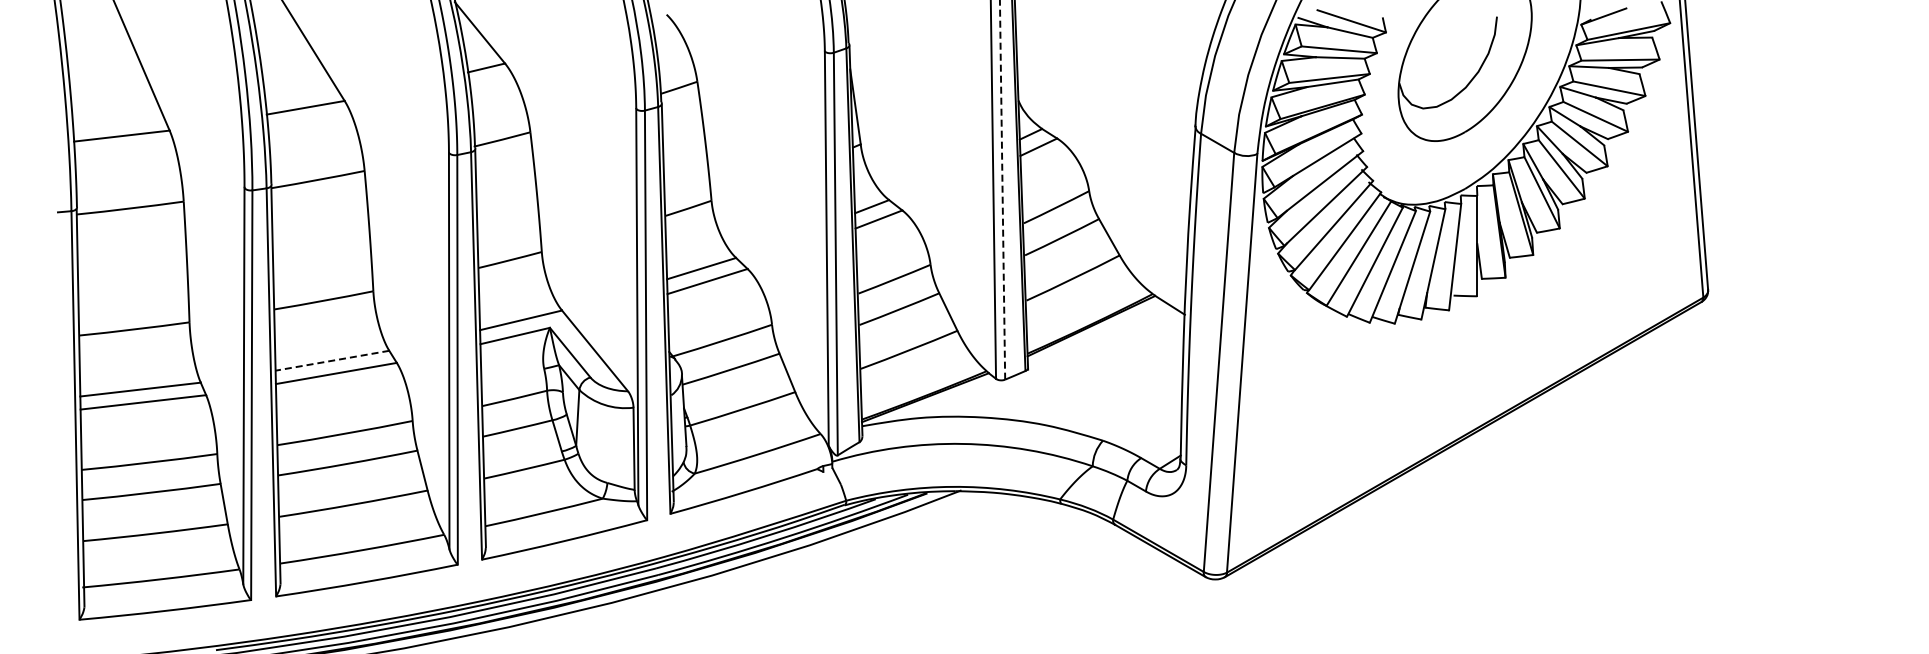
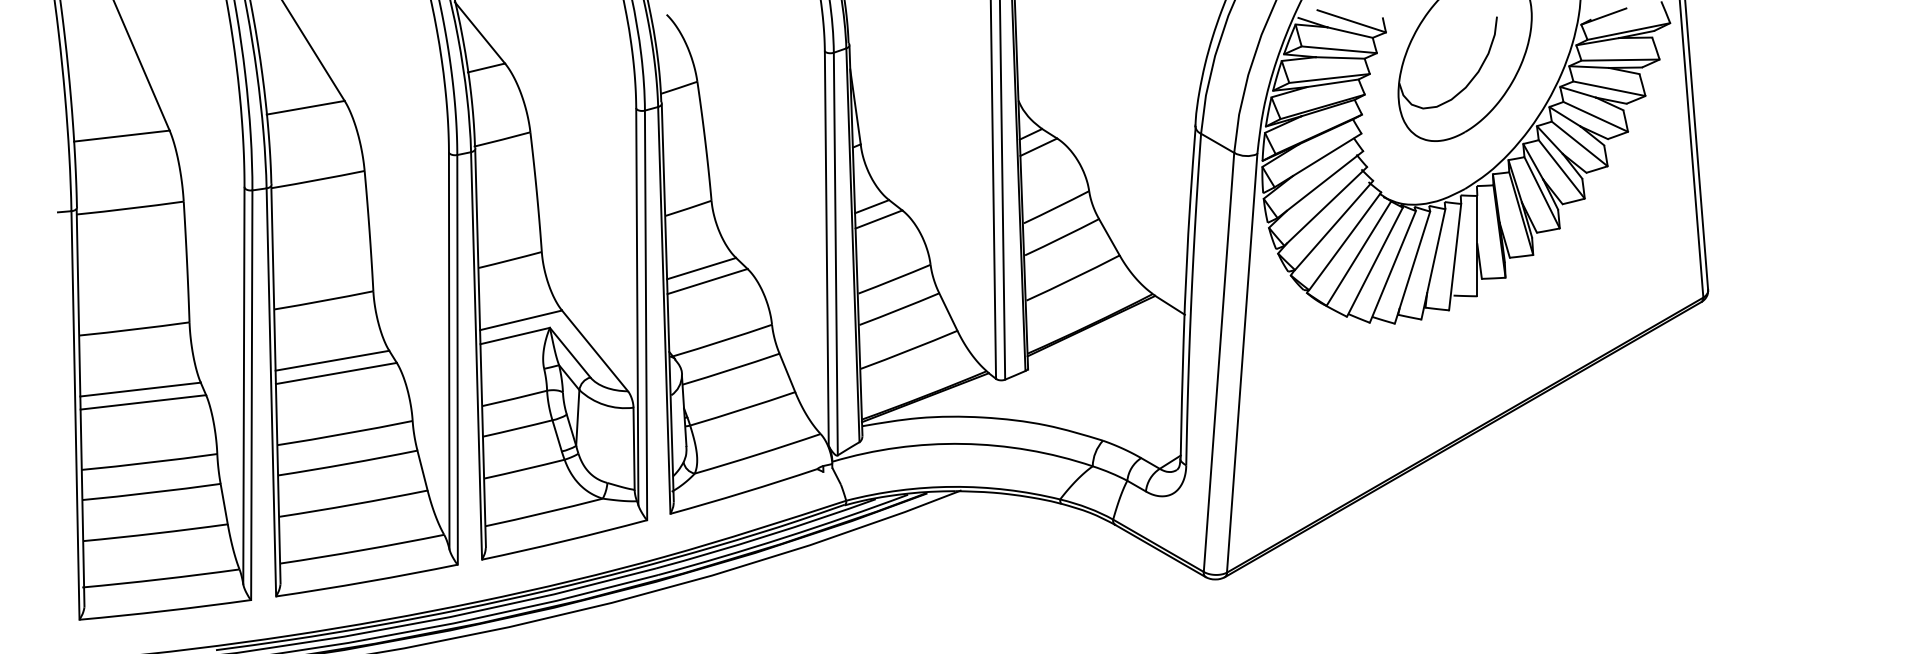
line at (1002, 189): dashed -> solid
line at (332, 360): dashed -> solid
